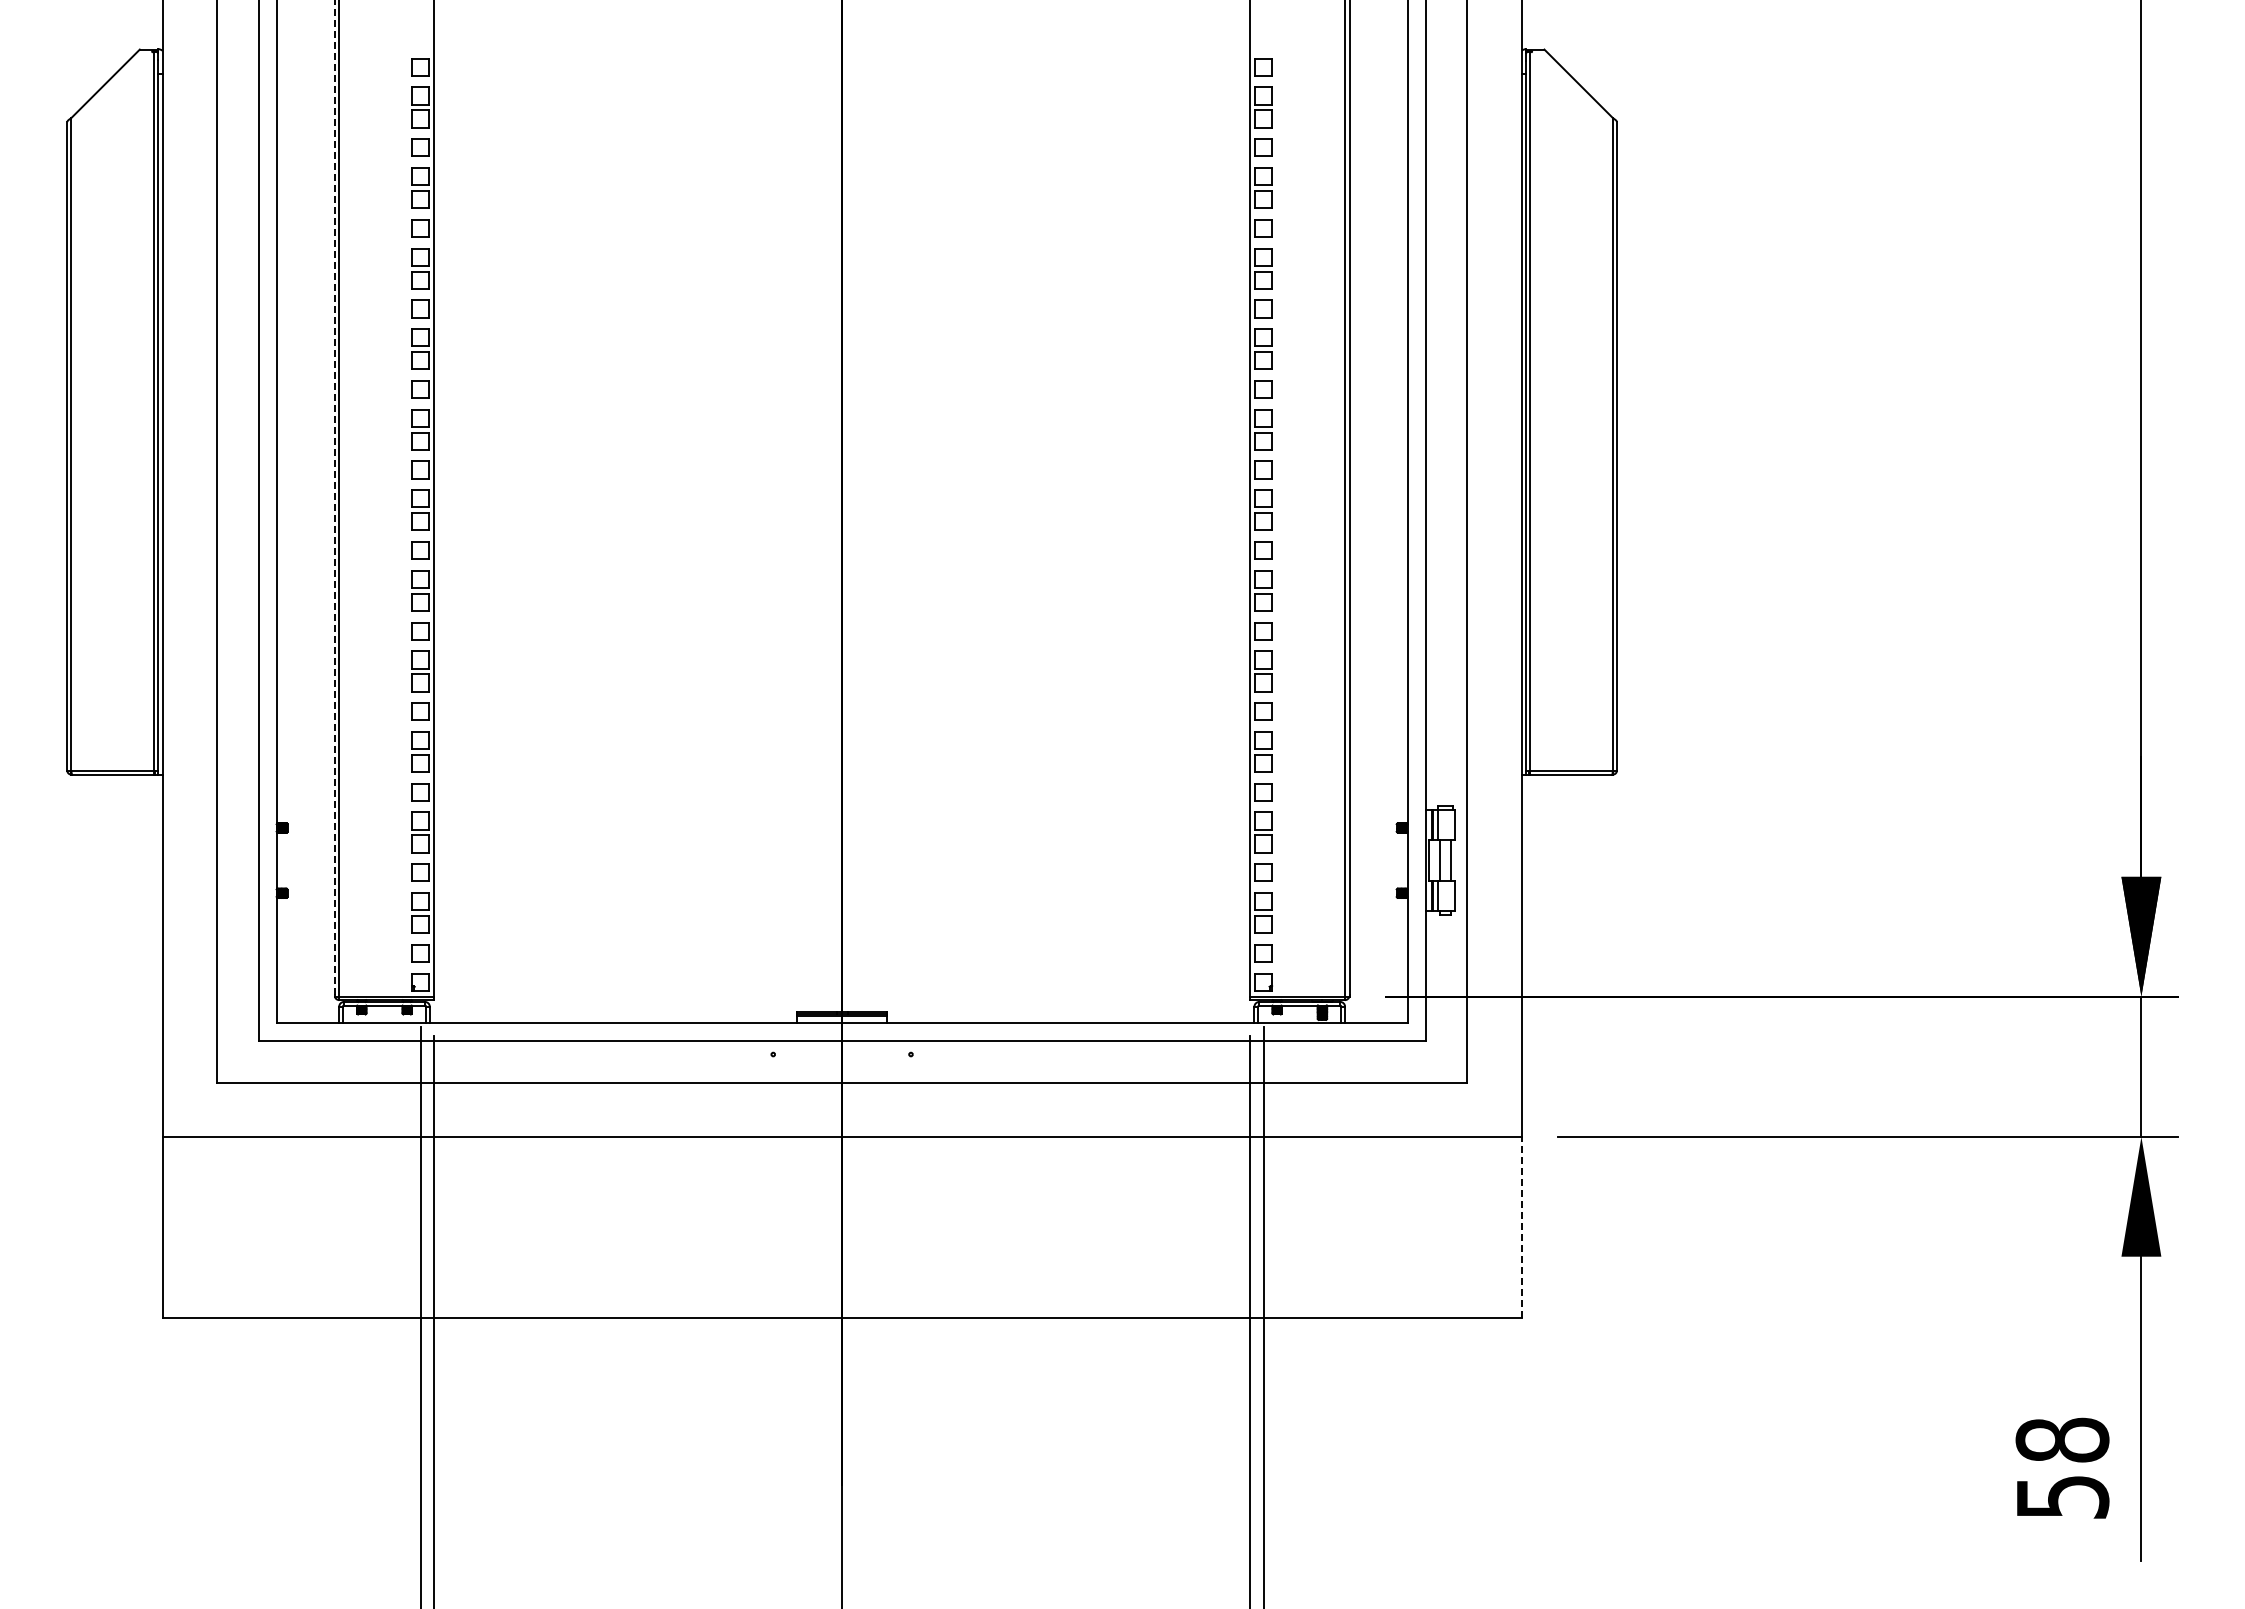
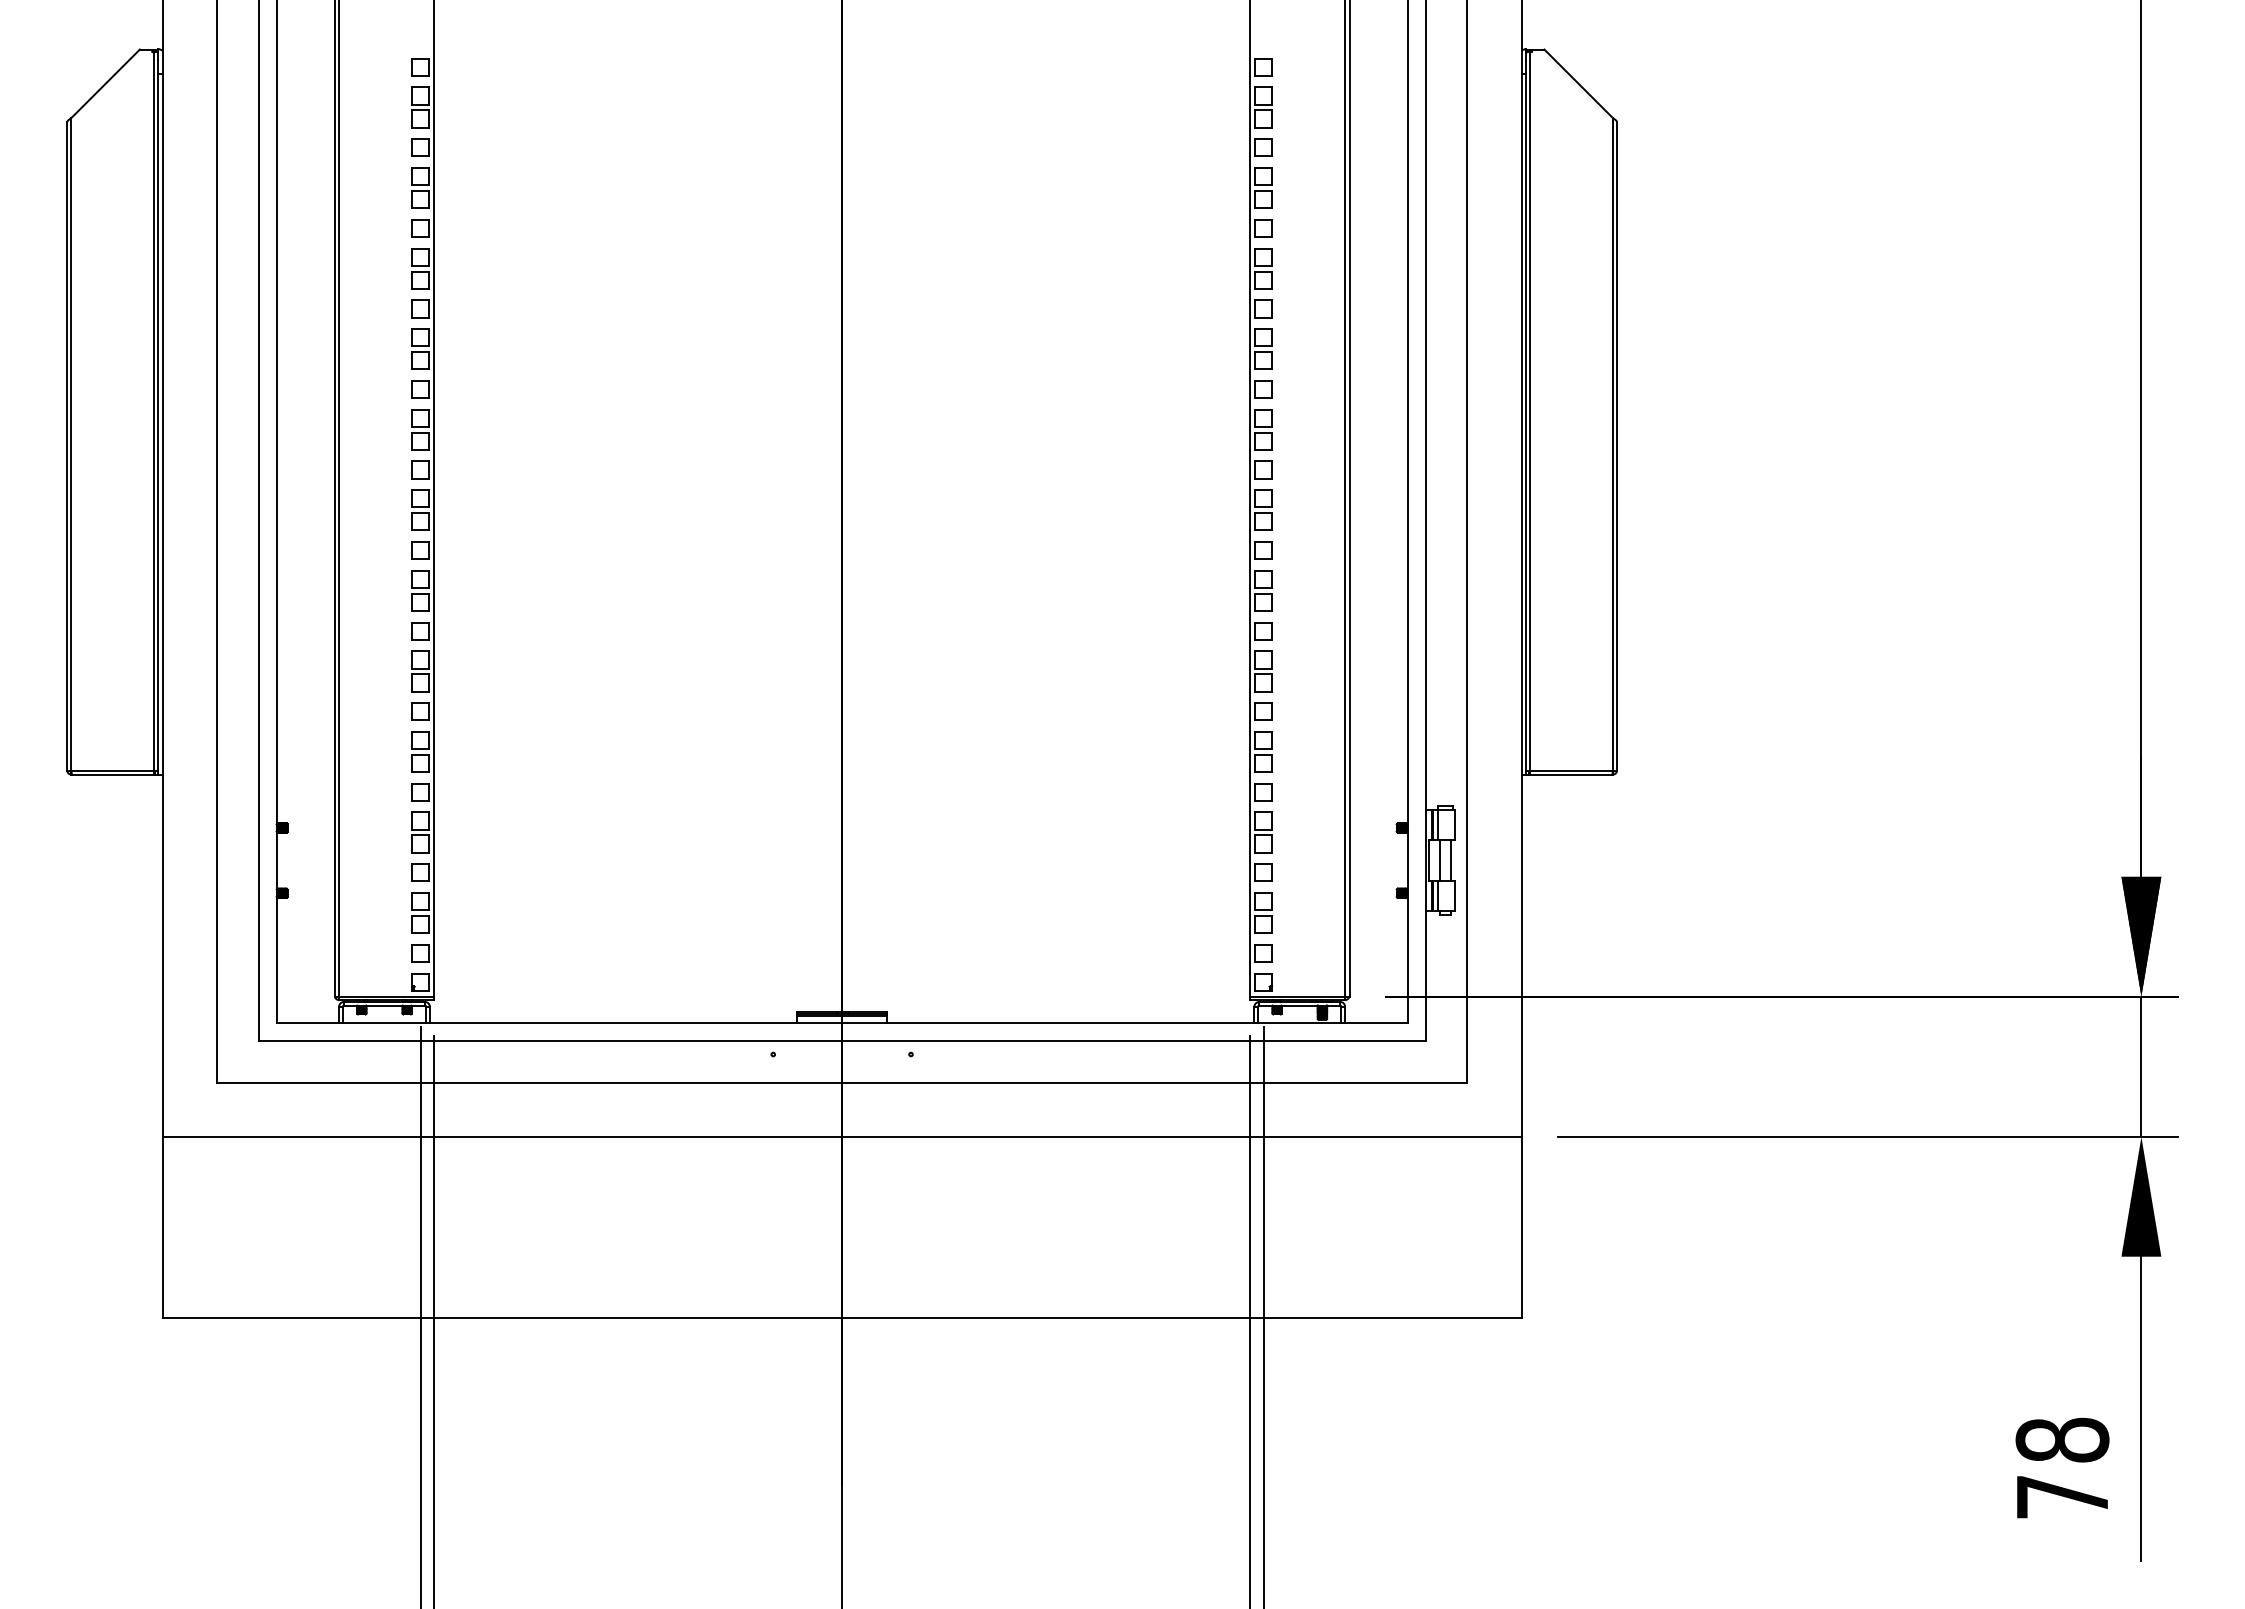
line at (334, 497): dashed -> solid
line at (1521, 1227): dashed -> solid
text at (2063, 1497): 58 -> 78
